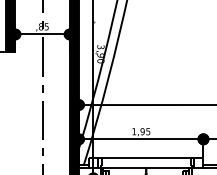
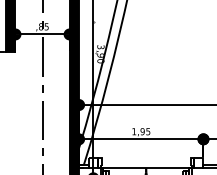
line at (145, 158): present -> none
